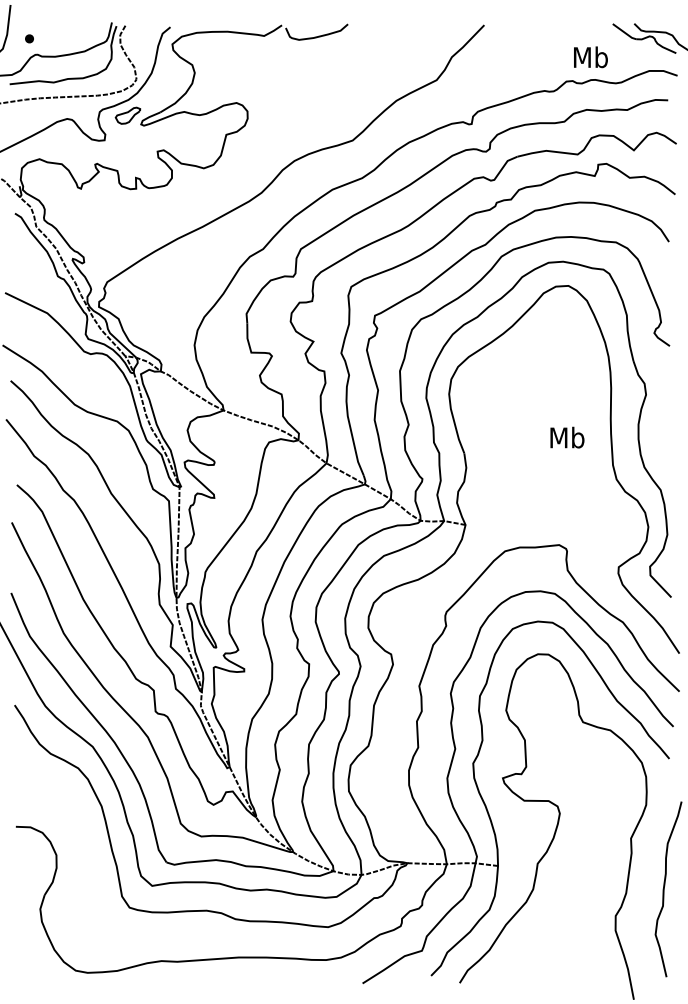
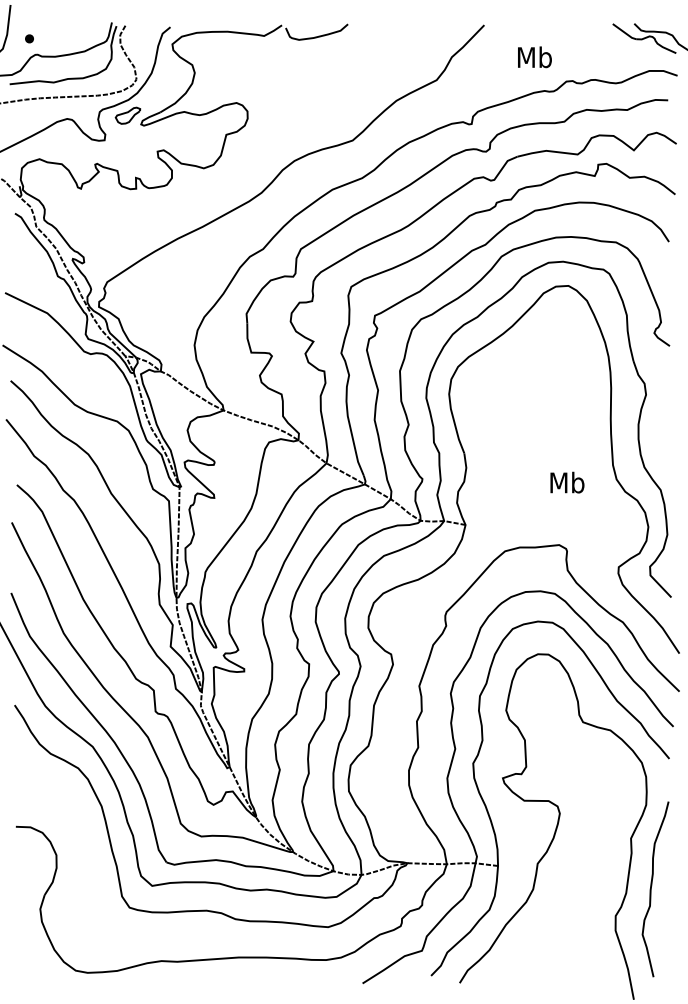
text at (590, 57) position: (590, 57) -> (534, 57)
text at (567, 437) position: (567, 437) -> (567, 482)
curve at (664, 889) position: (664, 889) -> (651, 889)
